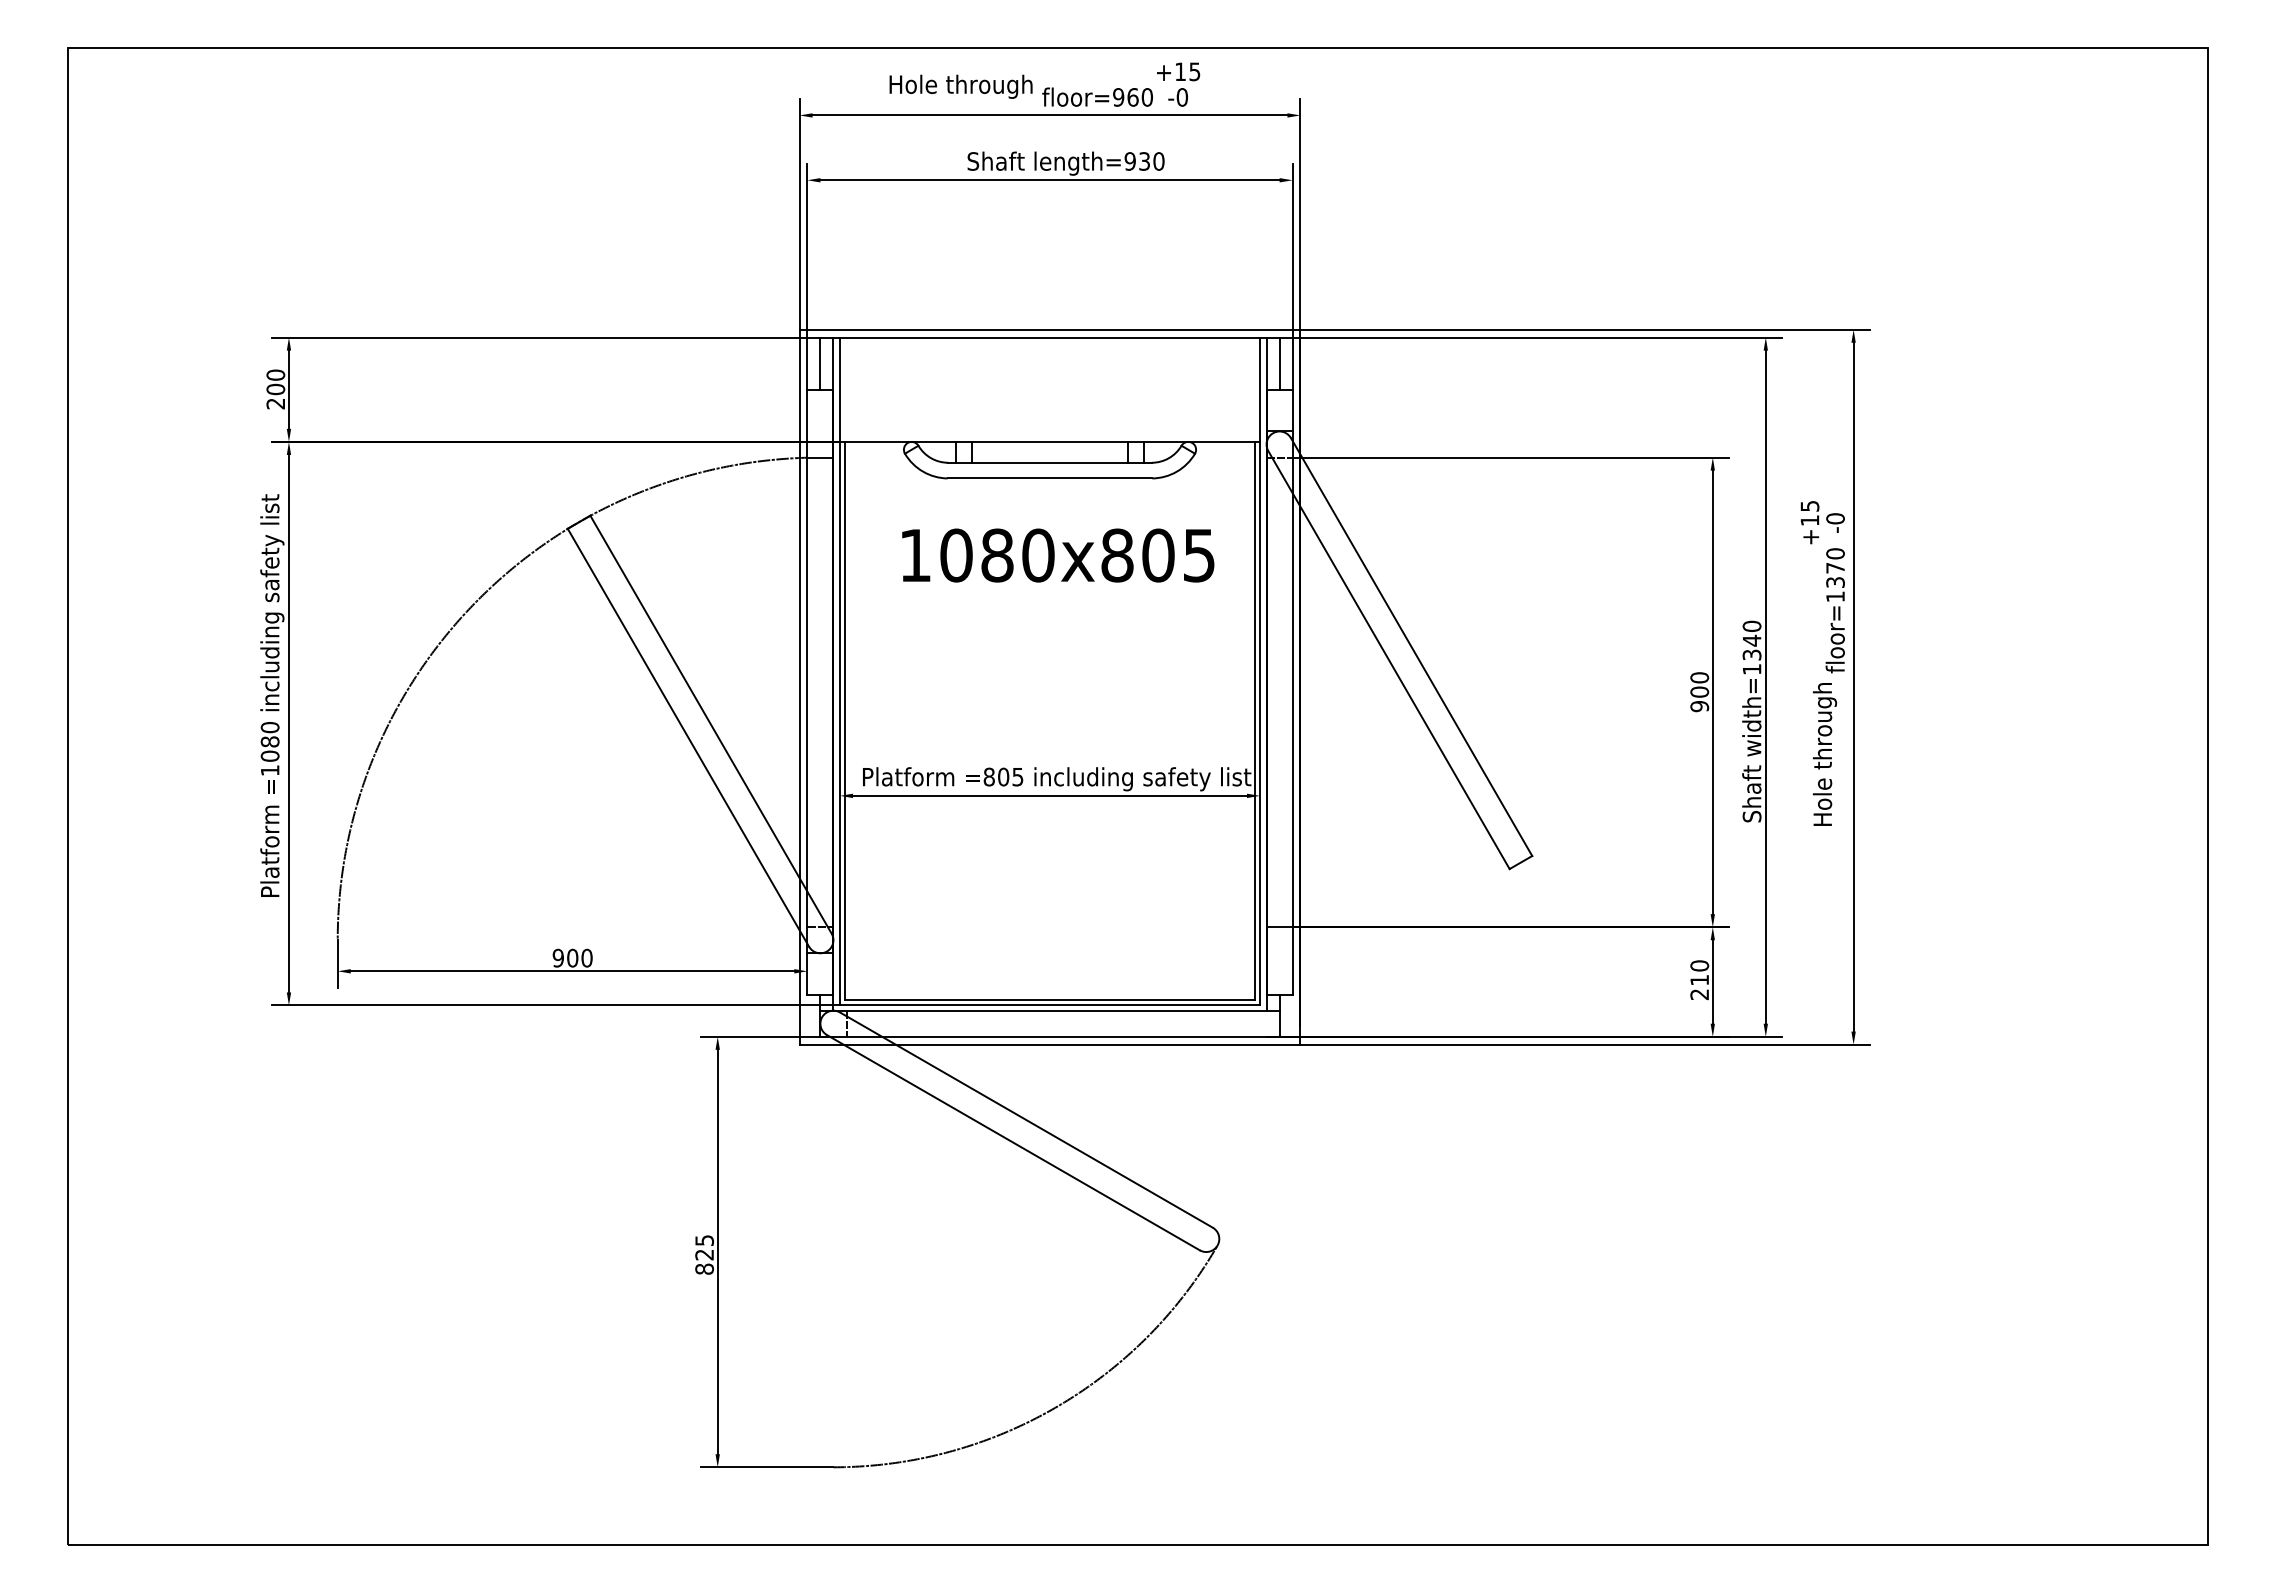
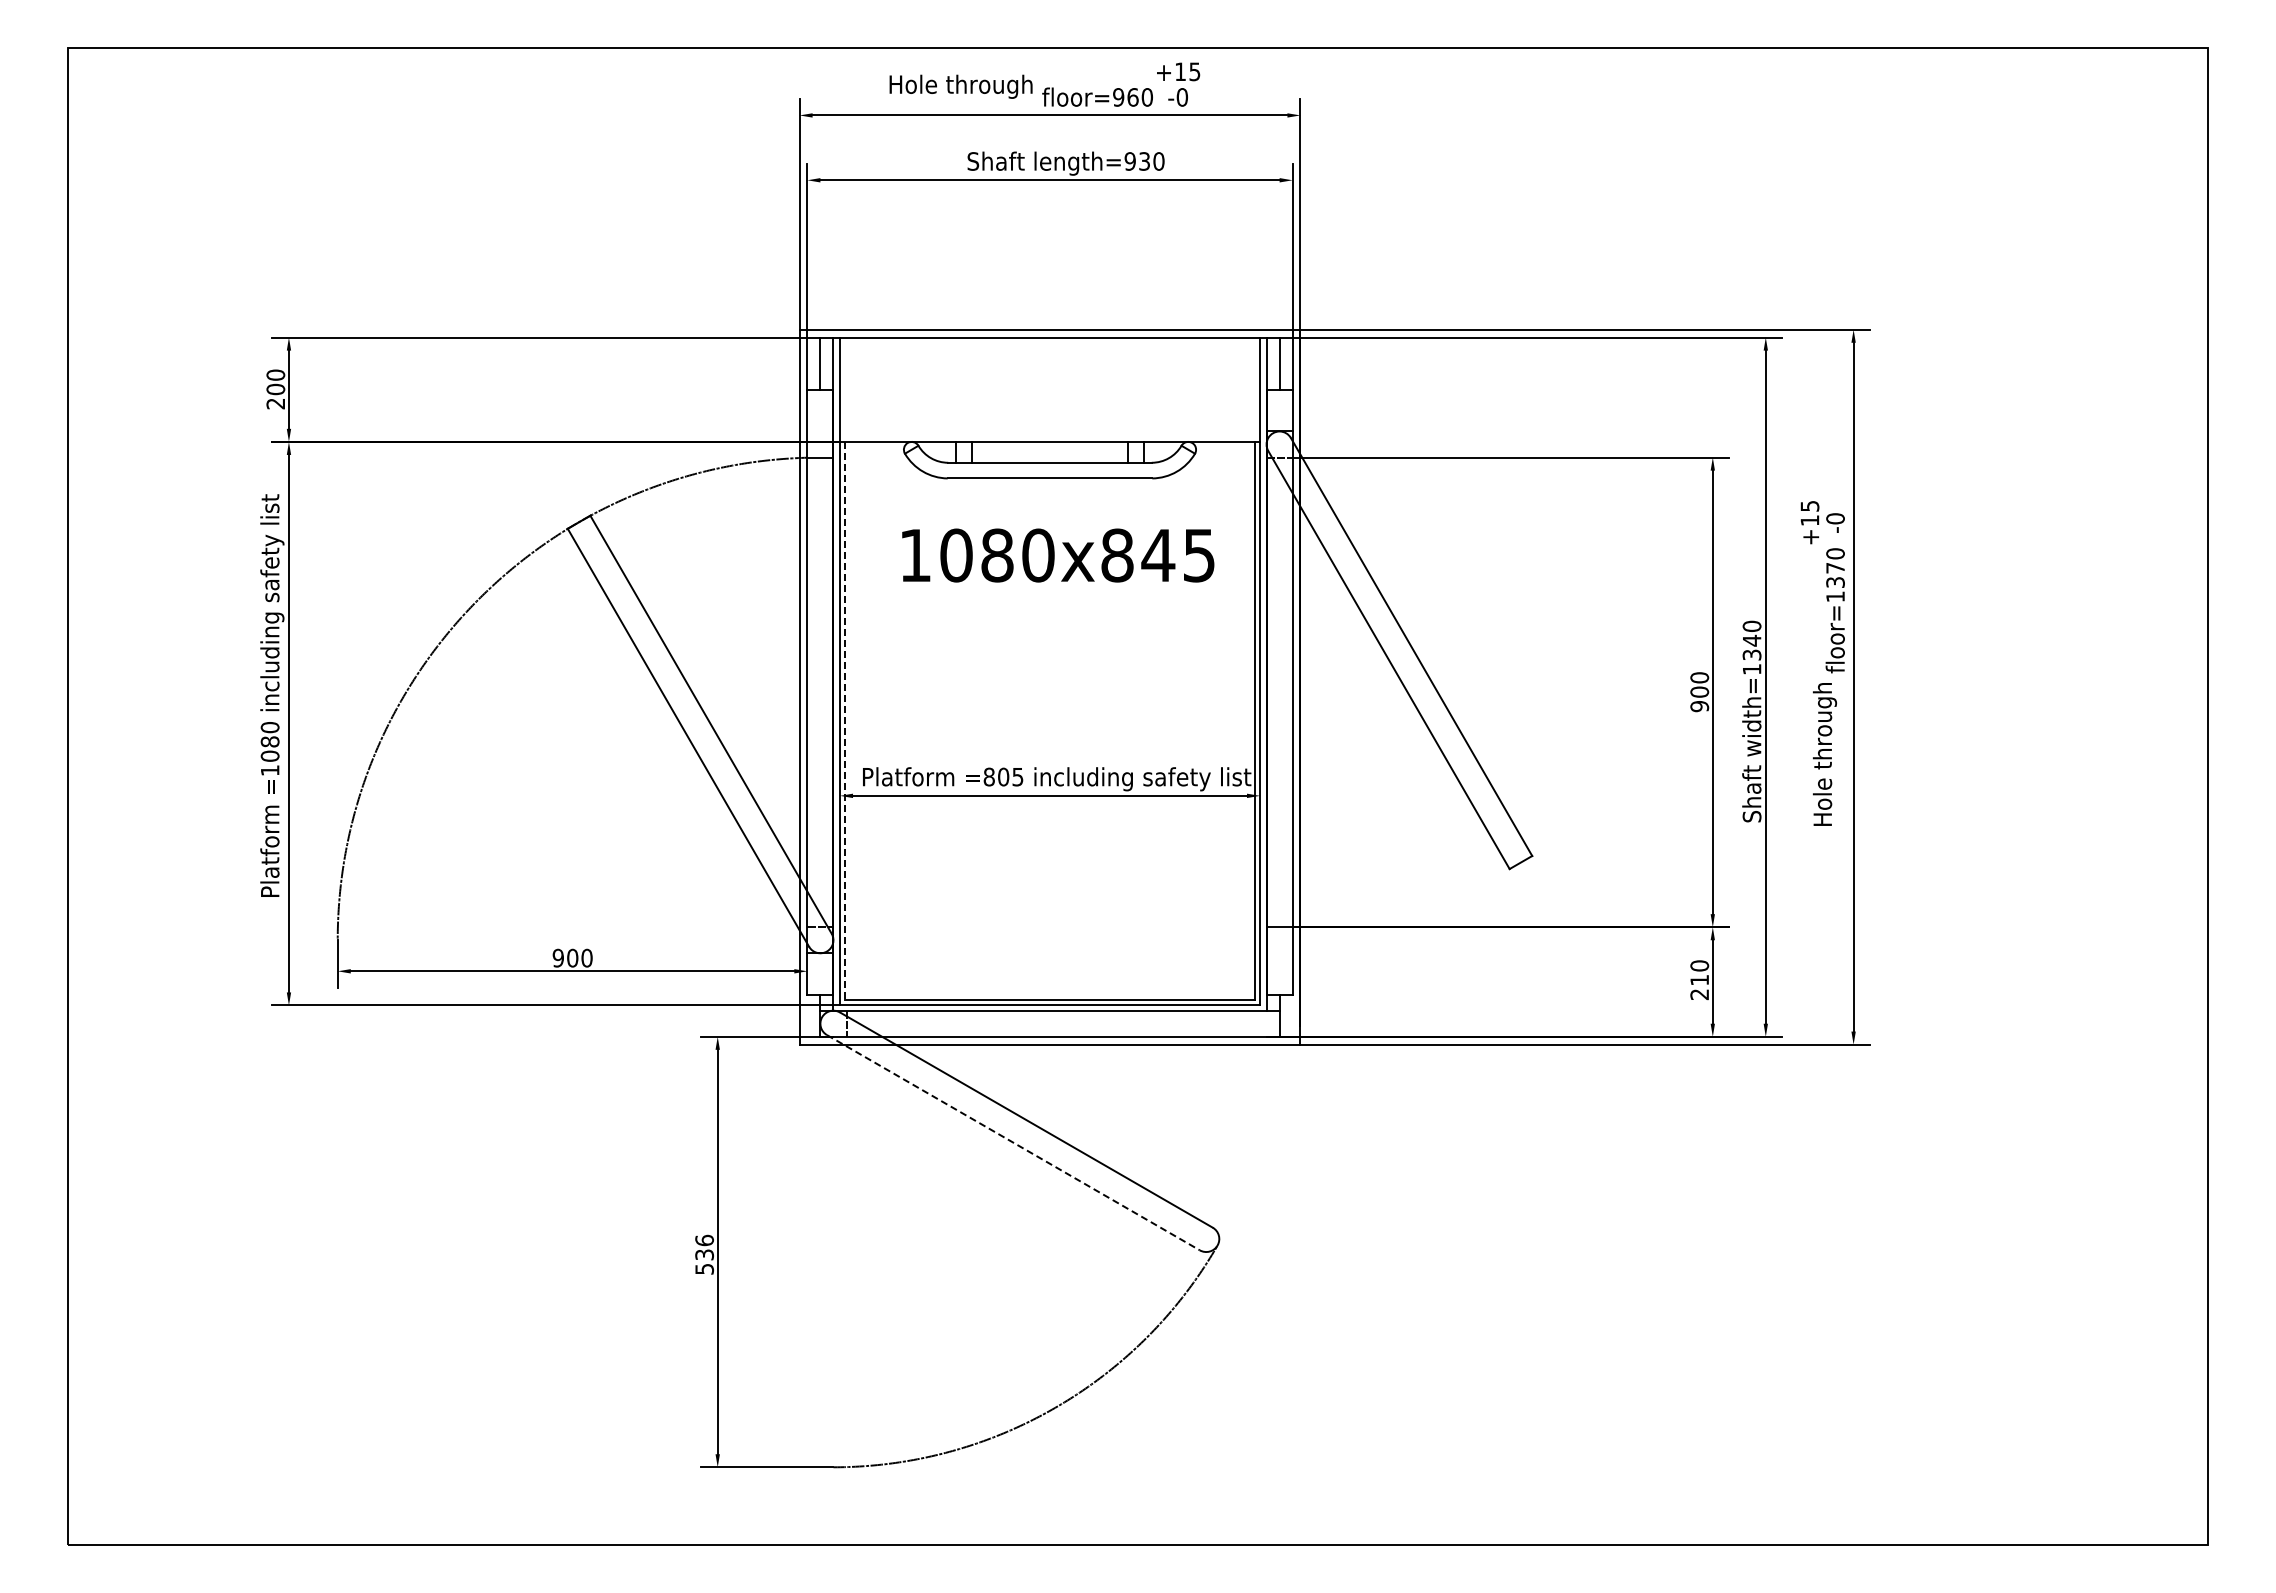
text at (1158, 555): 1080x805 -> 1080x845
line at (845, 721): solid -> dashed
line at (1013, 1142): solid -> dashed
text at (704, 1254): 825 -> 536
